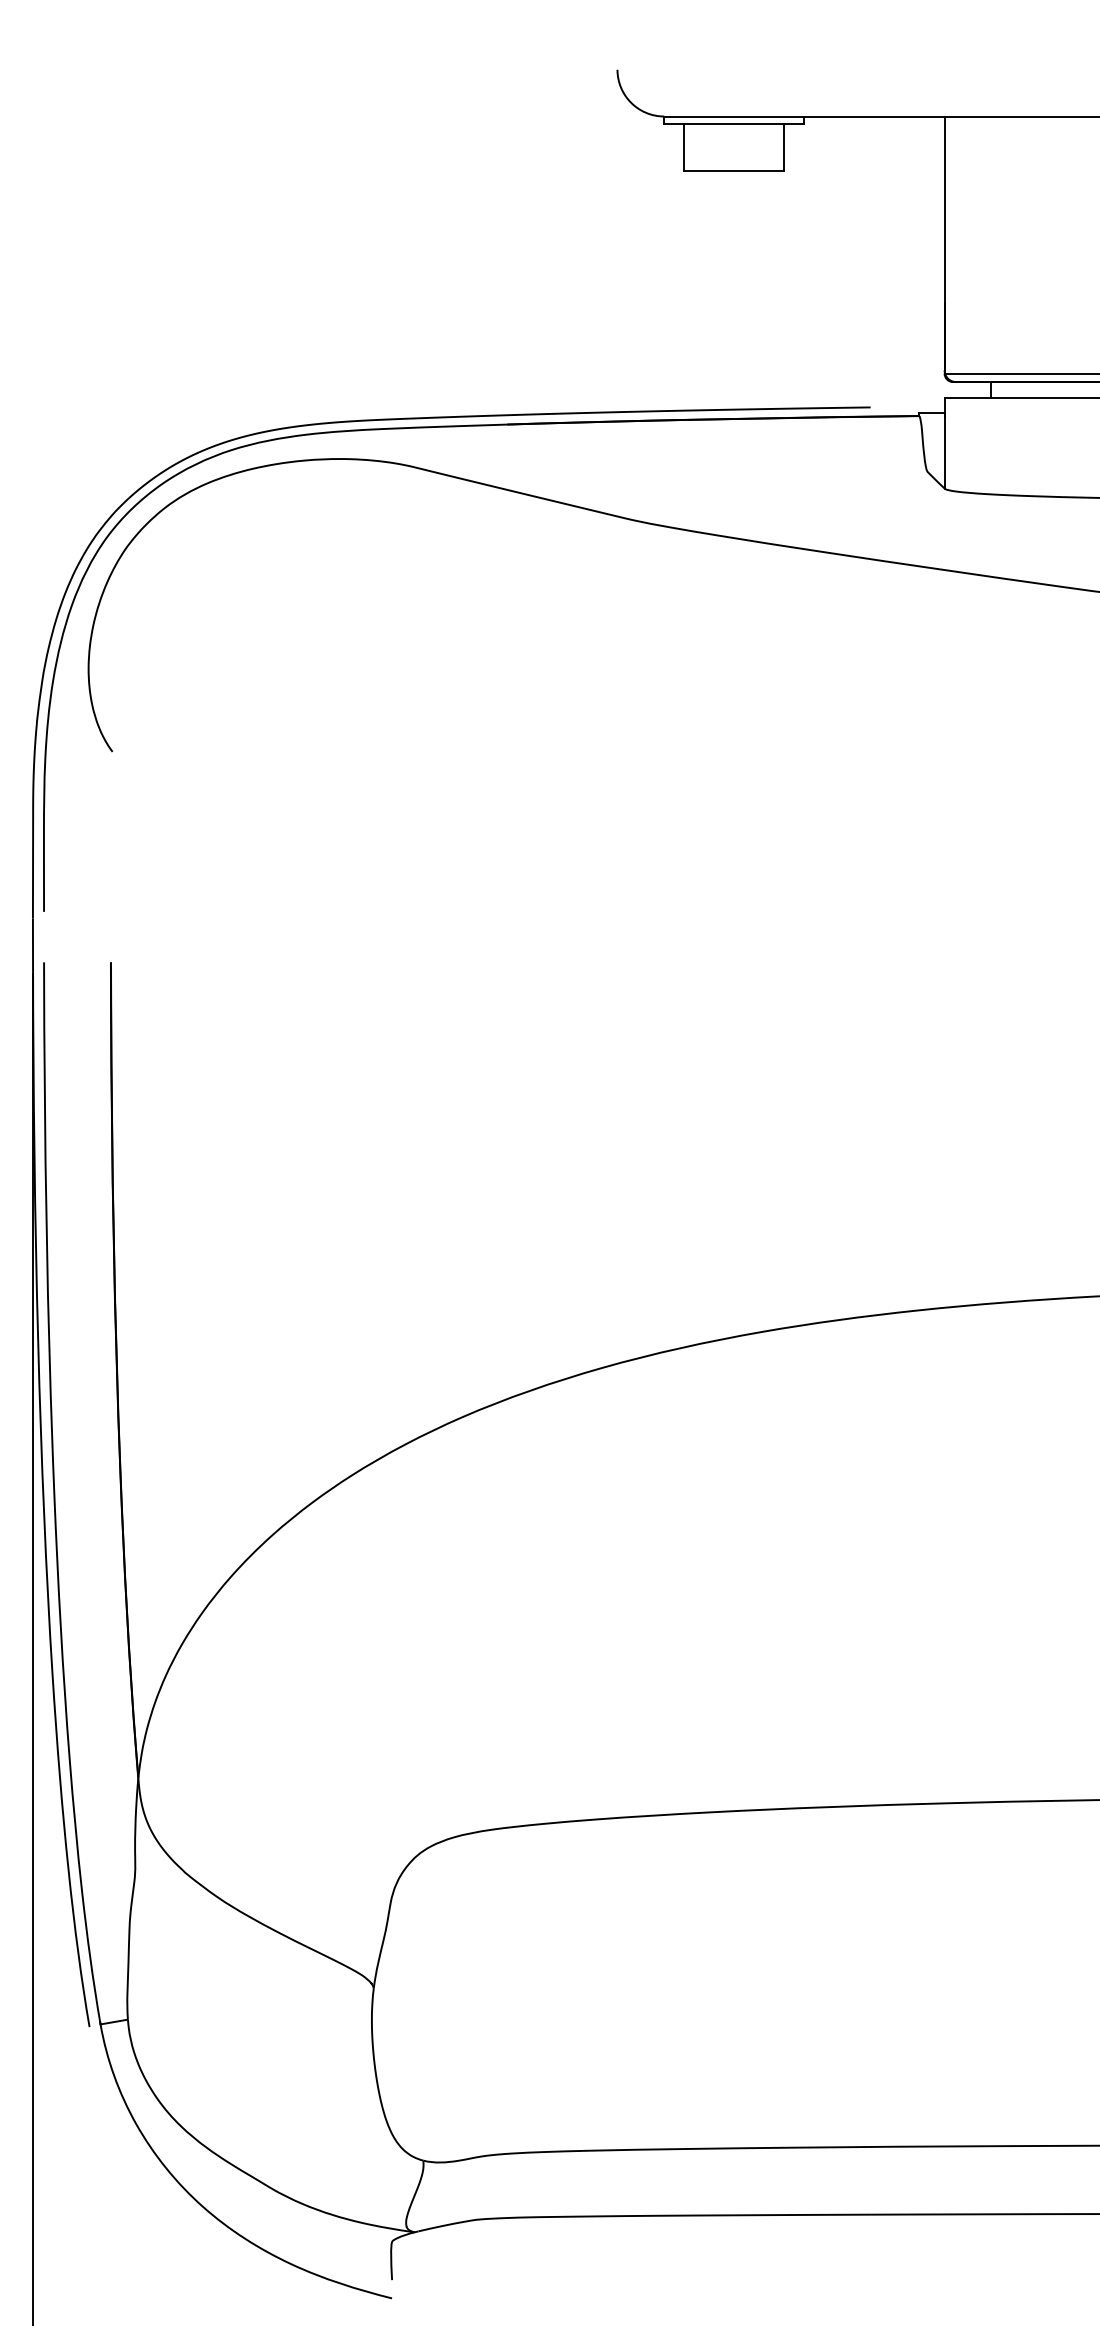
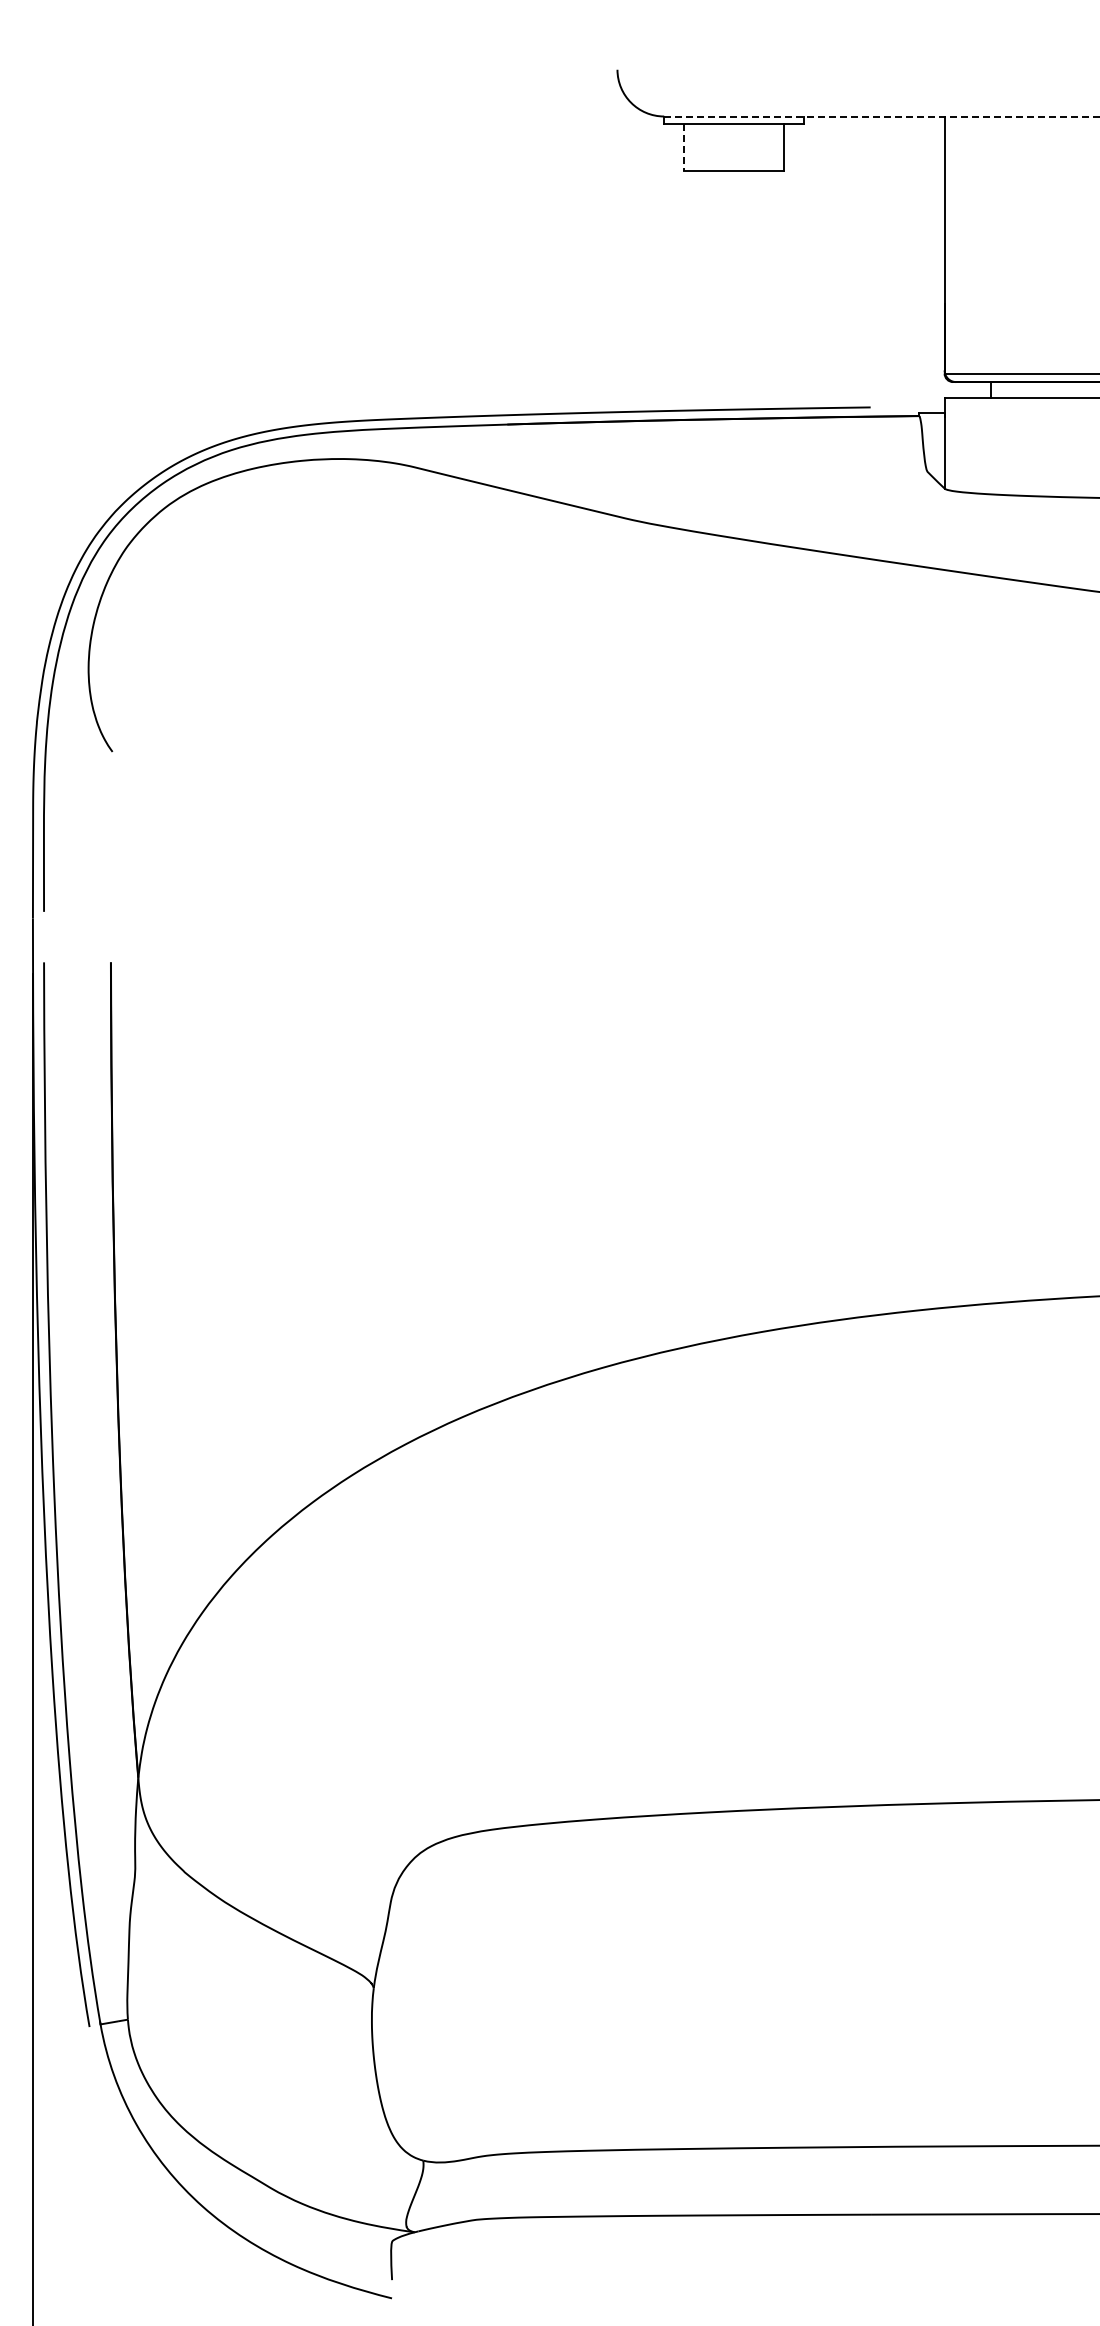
line at (882, 116): solid -> dashed
line at (684, 148): solid -> dashed
